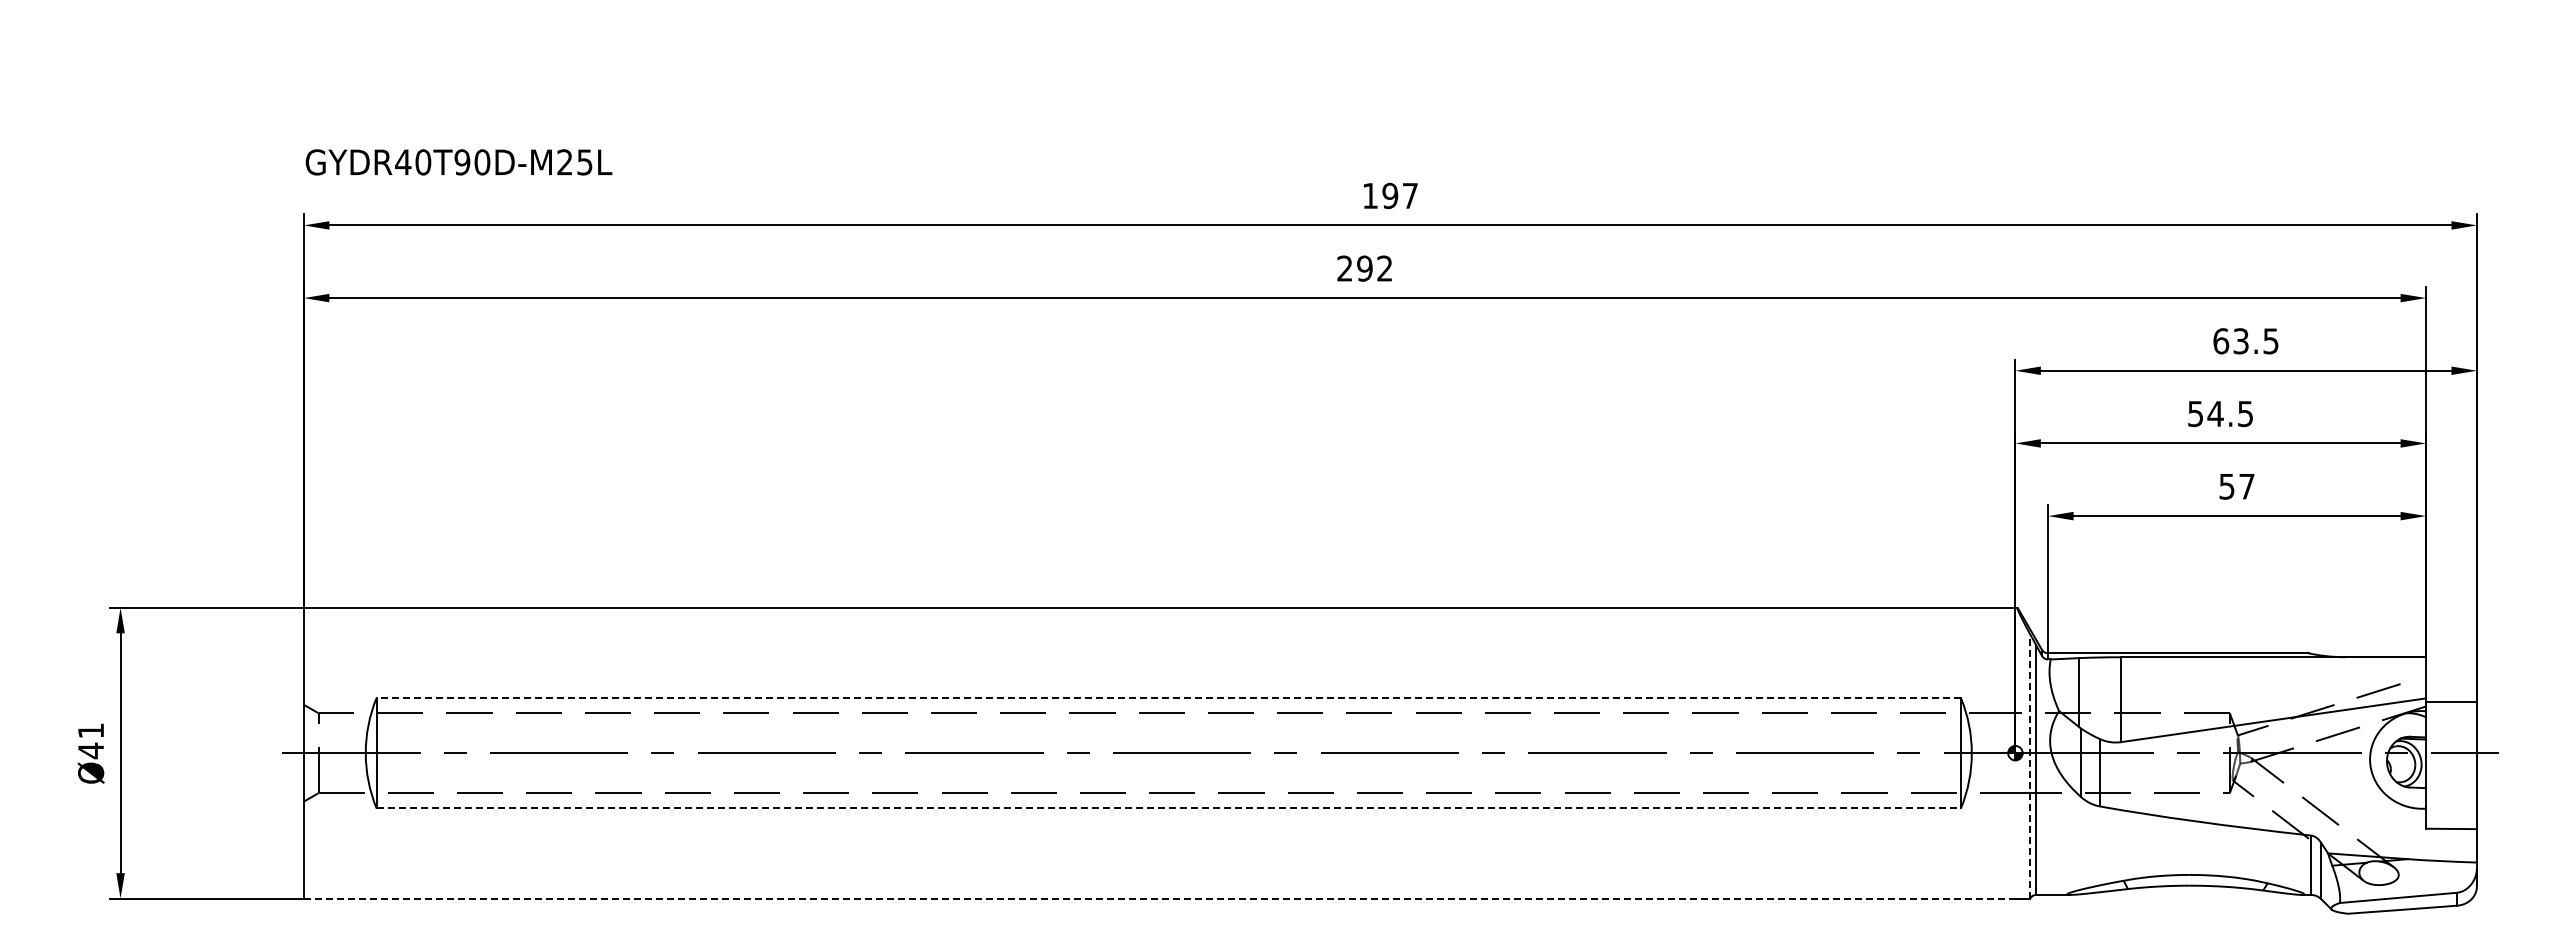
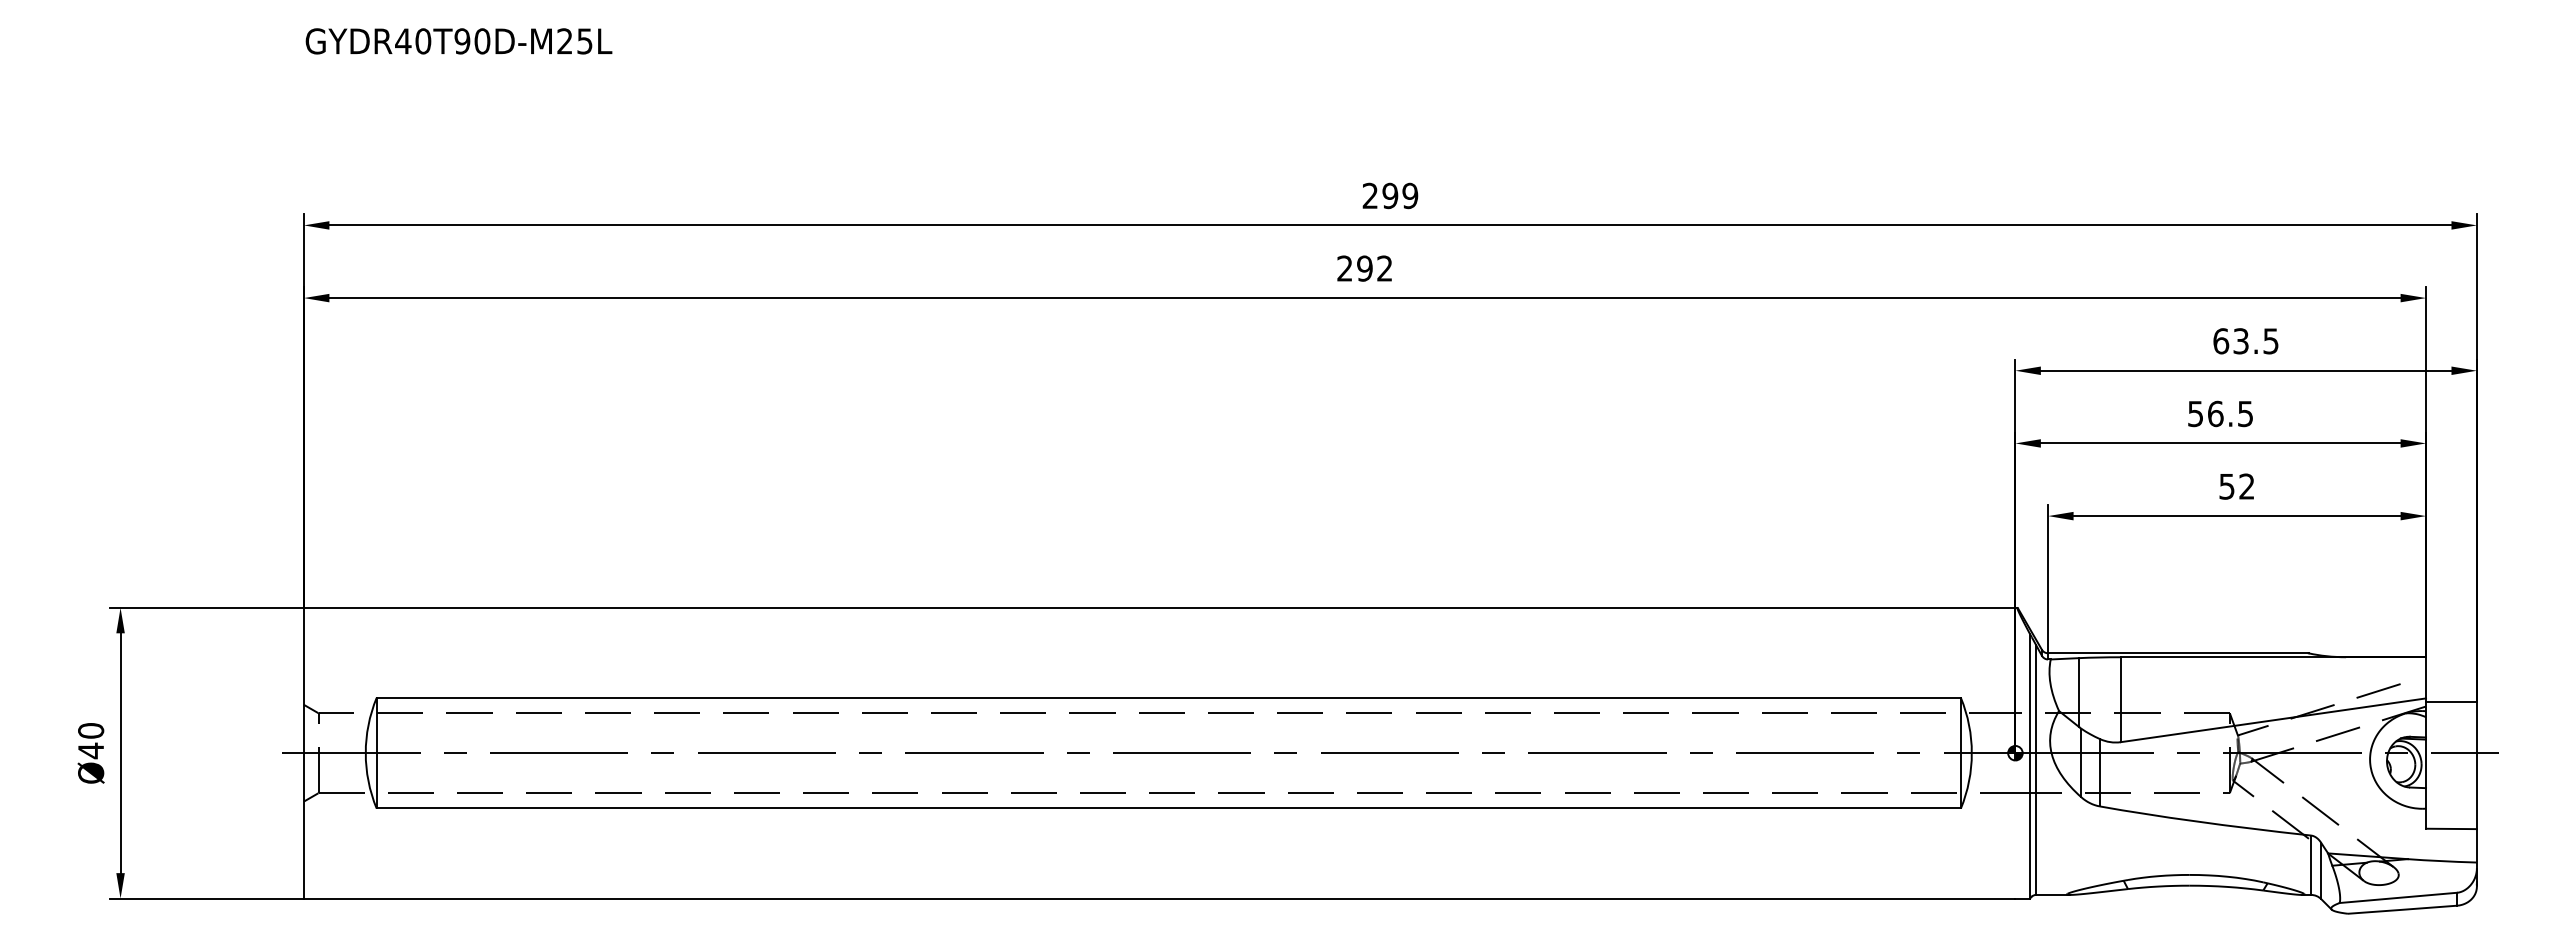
text at (458, 162) position: (458, 162) -> (458, 41)
text at (1390, 195): 197 -> 299
text at (2215, 413): 54.5 -> 56.5
text at (2246, 486): 57 -> 52
line at (1168, 698): dashed -> solid
text at (91, 730): Ø41 -> Ø40
line at (2029, 765): dashed -> solid
line at (1169, 808): dashed -> solid
line at (1159, 898): dashed -> solid
